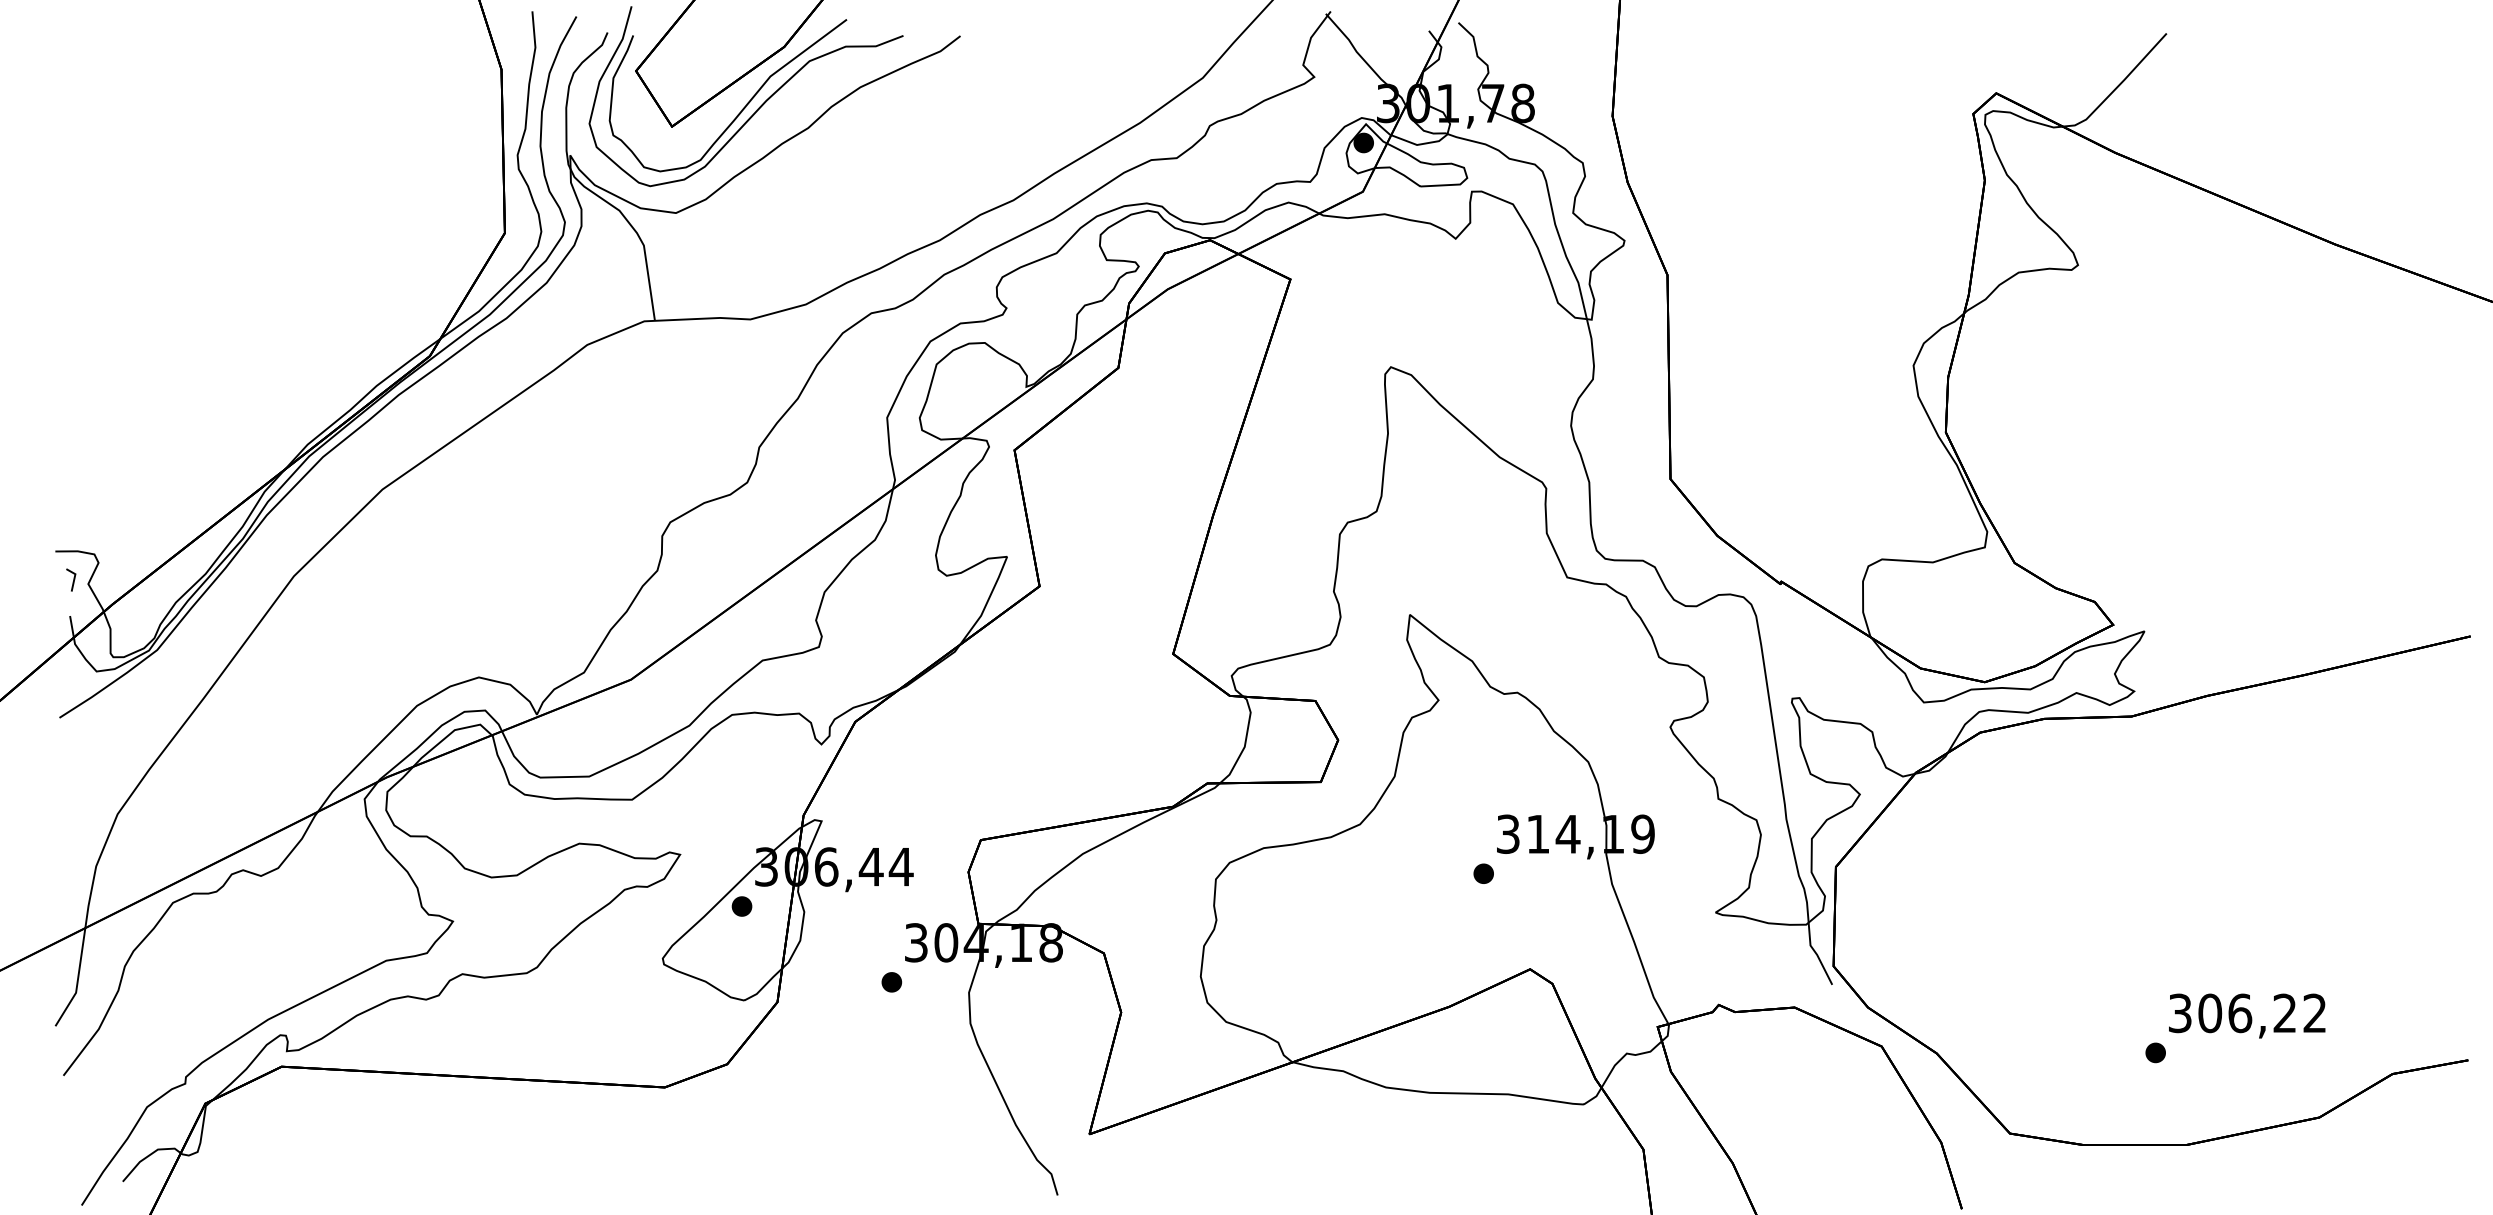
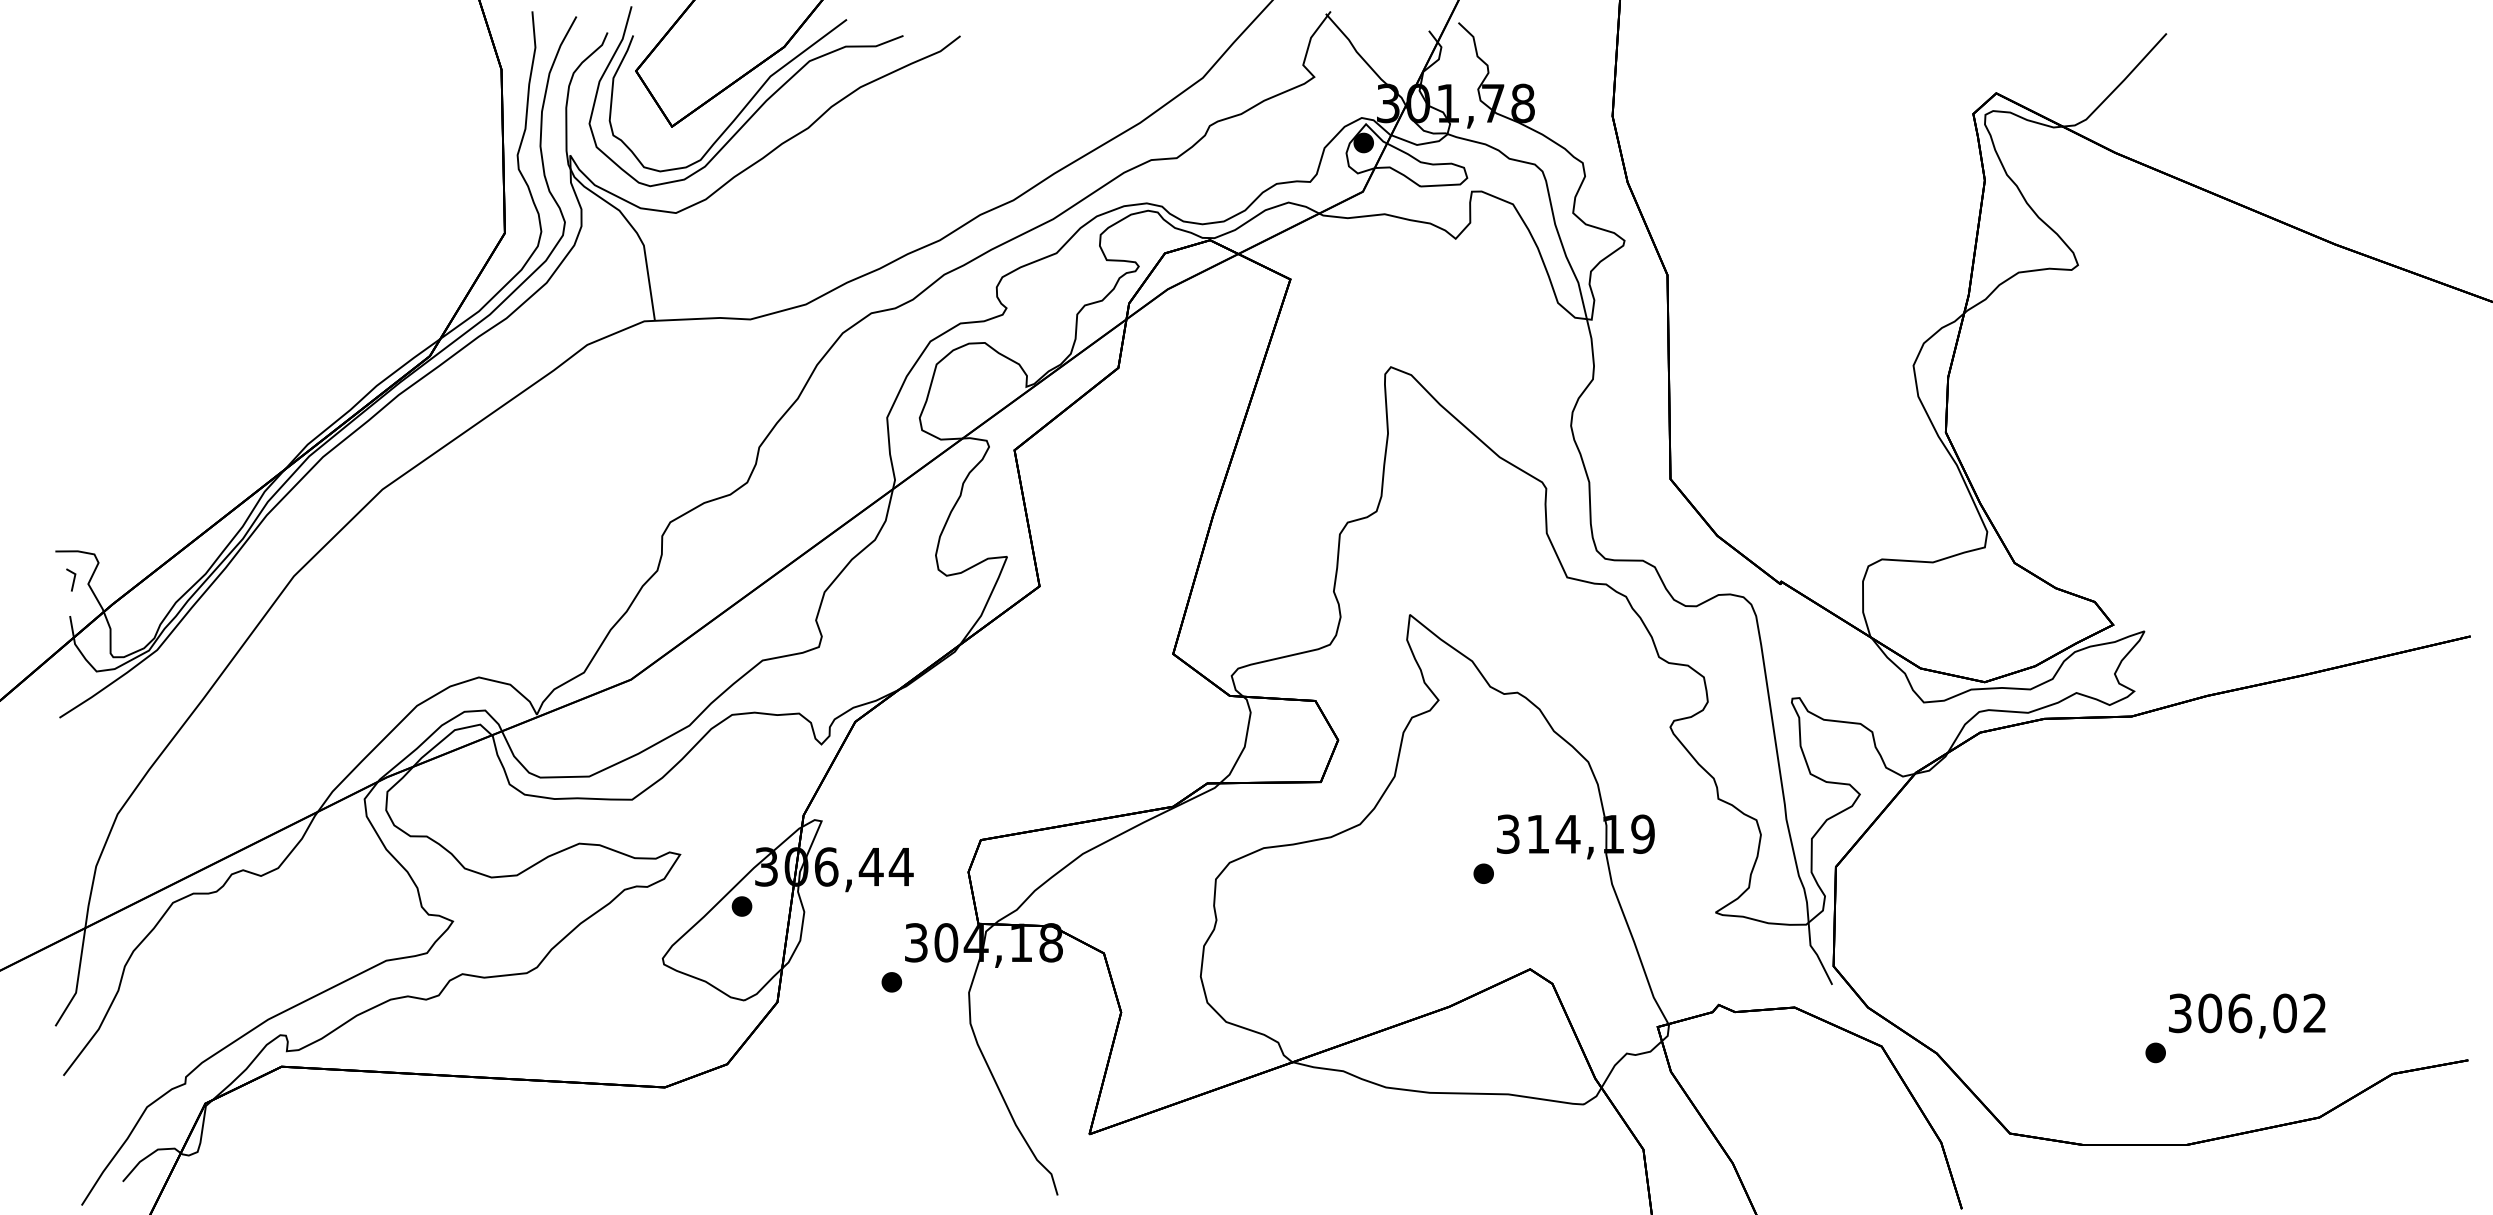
text at (2284, 1013): 306,22 -> 306,02
